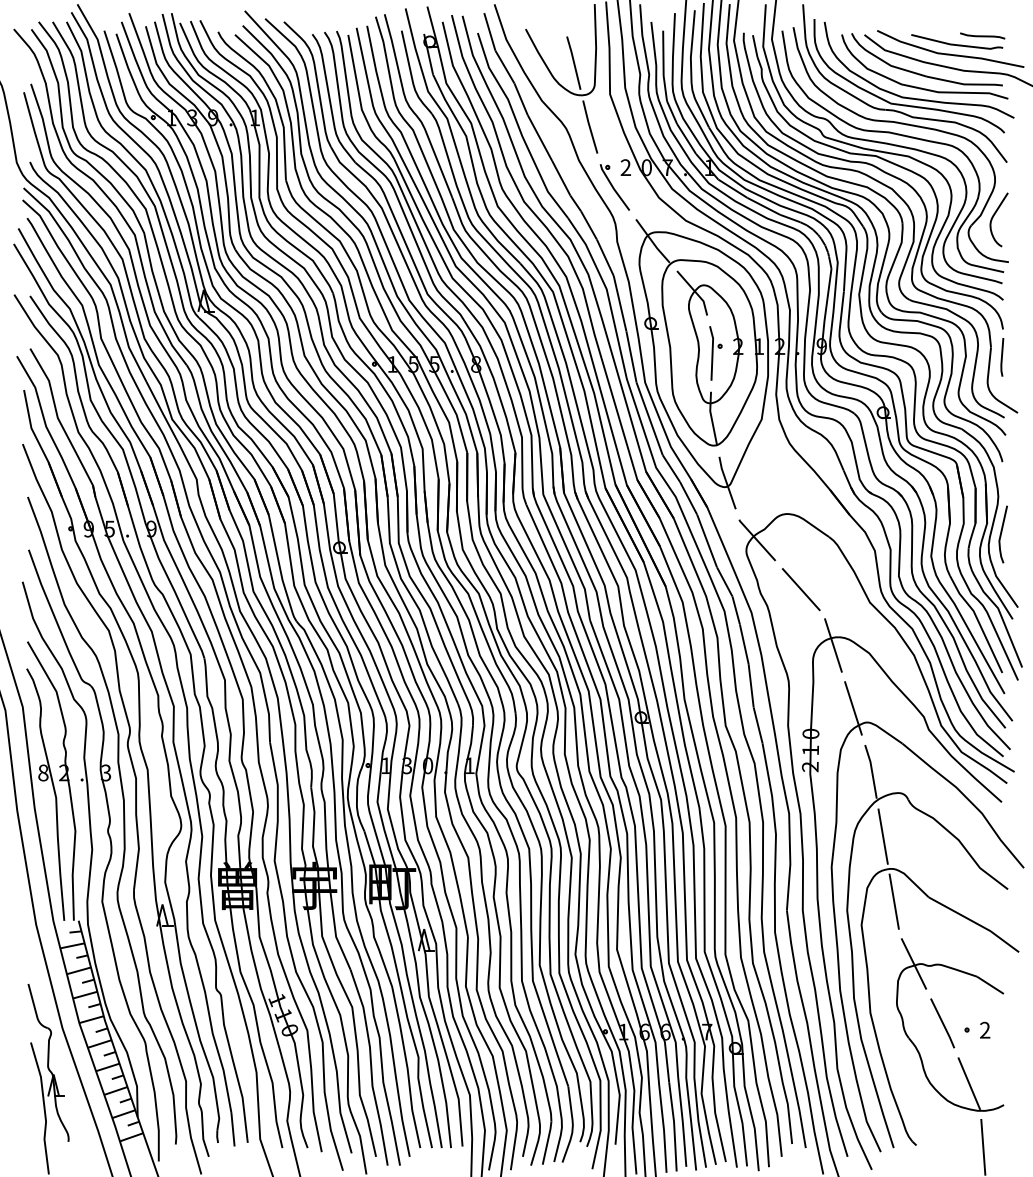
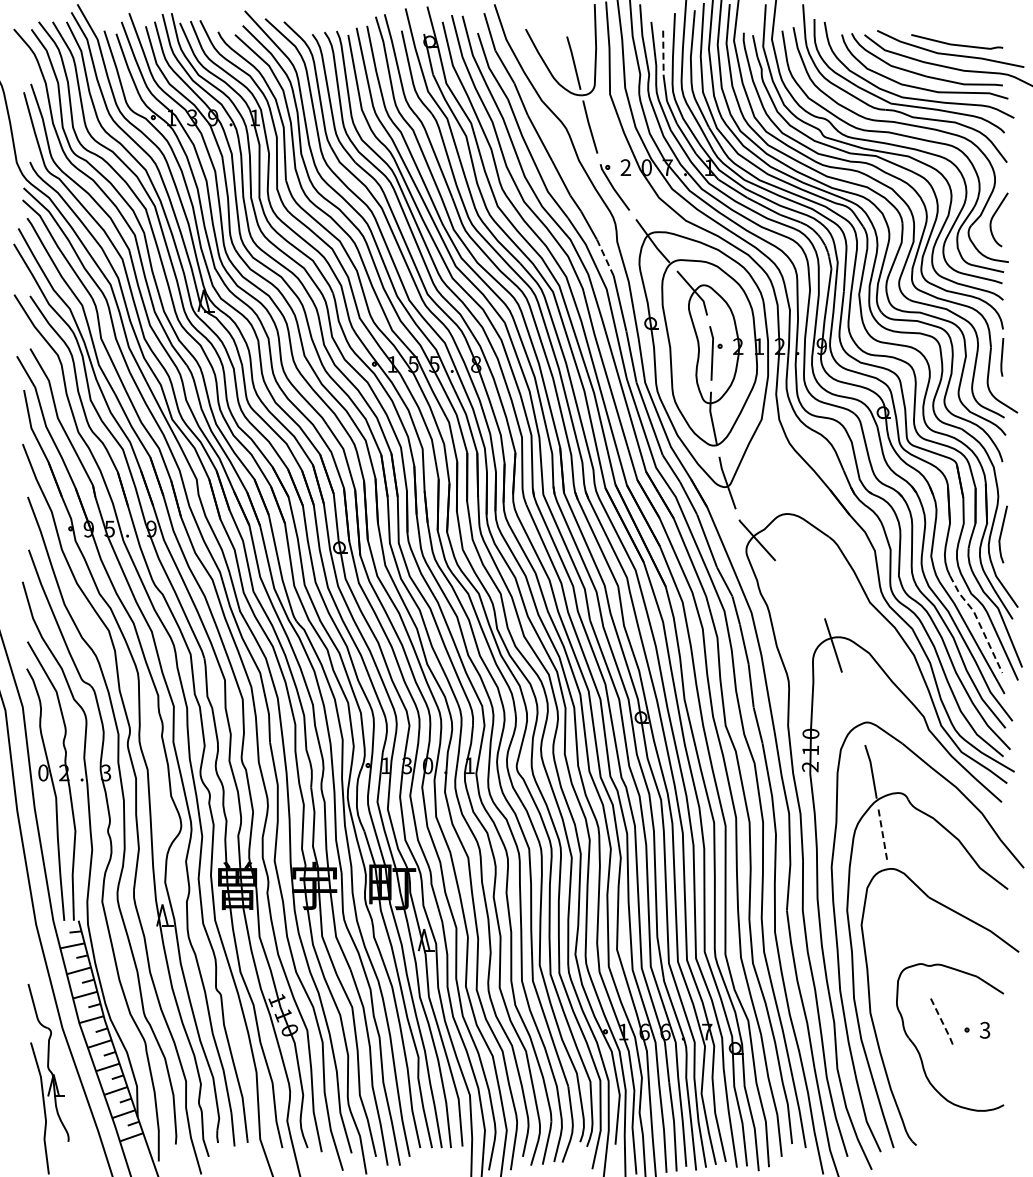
curve at (982, 35): present -> none
line at (663, 53): solid -> dashed
line at (605, 257): solid -> dashed
line at (800, 589): present -> none
line at (978, 621): solid -> dashed
line at (853, 708): present -> none
text at (43, 773): 8 -> 0
line at (883, 836): solid -> dashed
line at (893, 901): present -> none
line at (913, 963): present -> none
line at (943, 1024): solid -> dashed
text at (984, 1030): 2 -> 3
line at (968, 1083): present -> none
line at (983, 1146): present -> none
